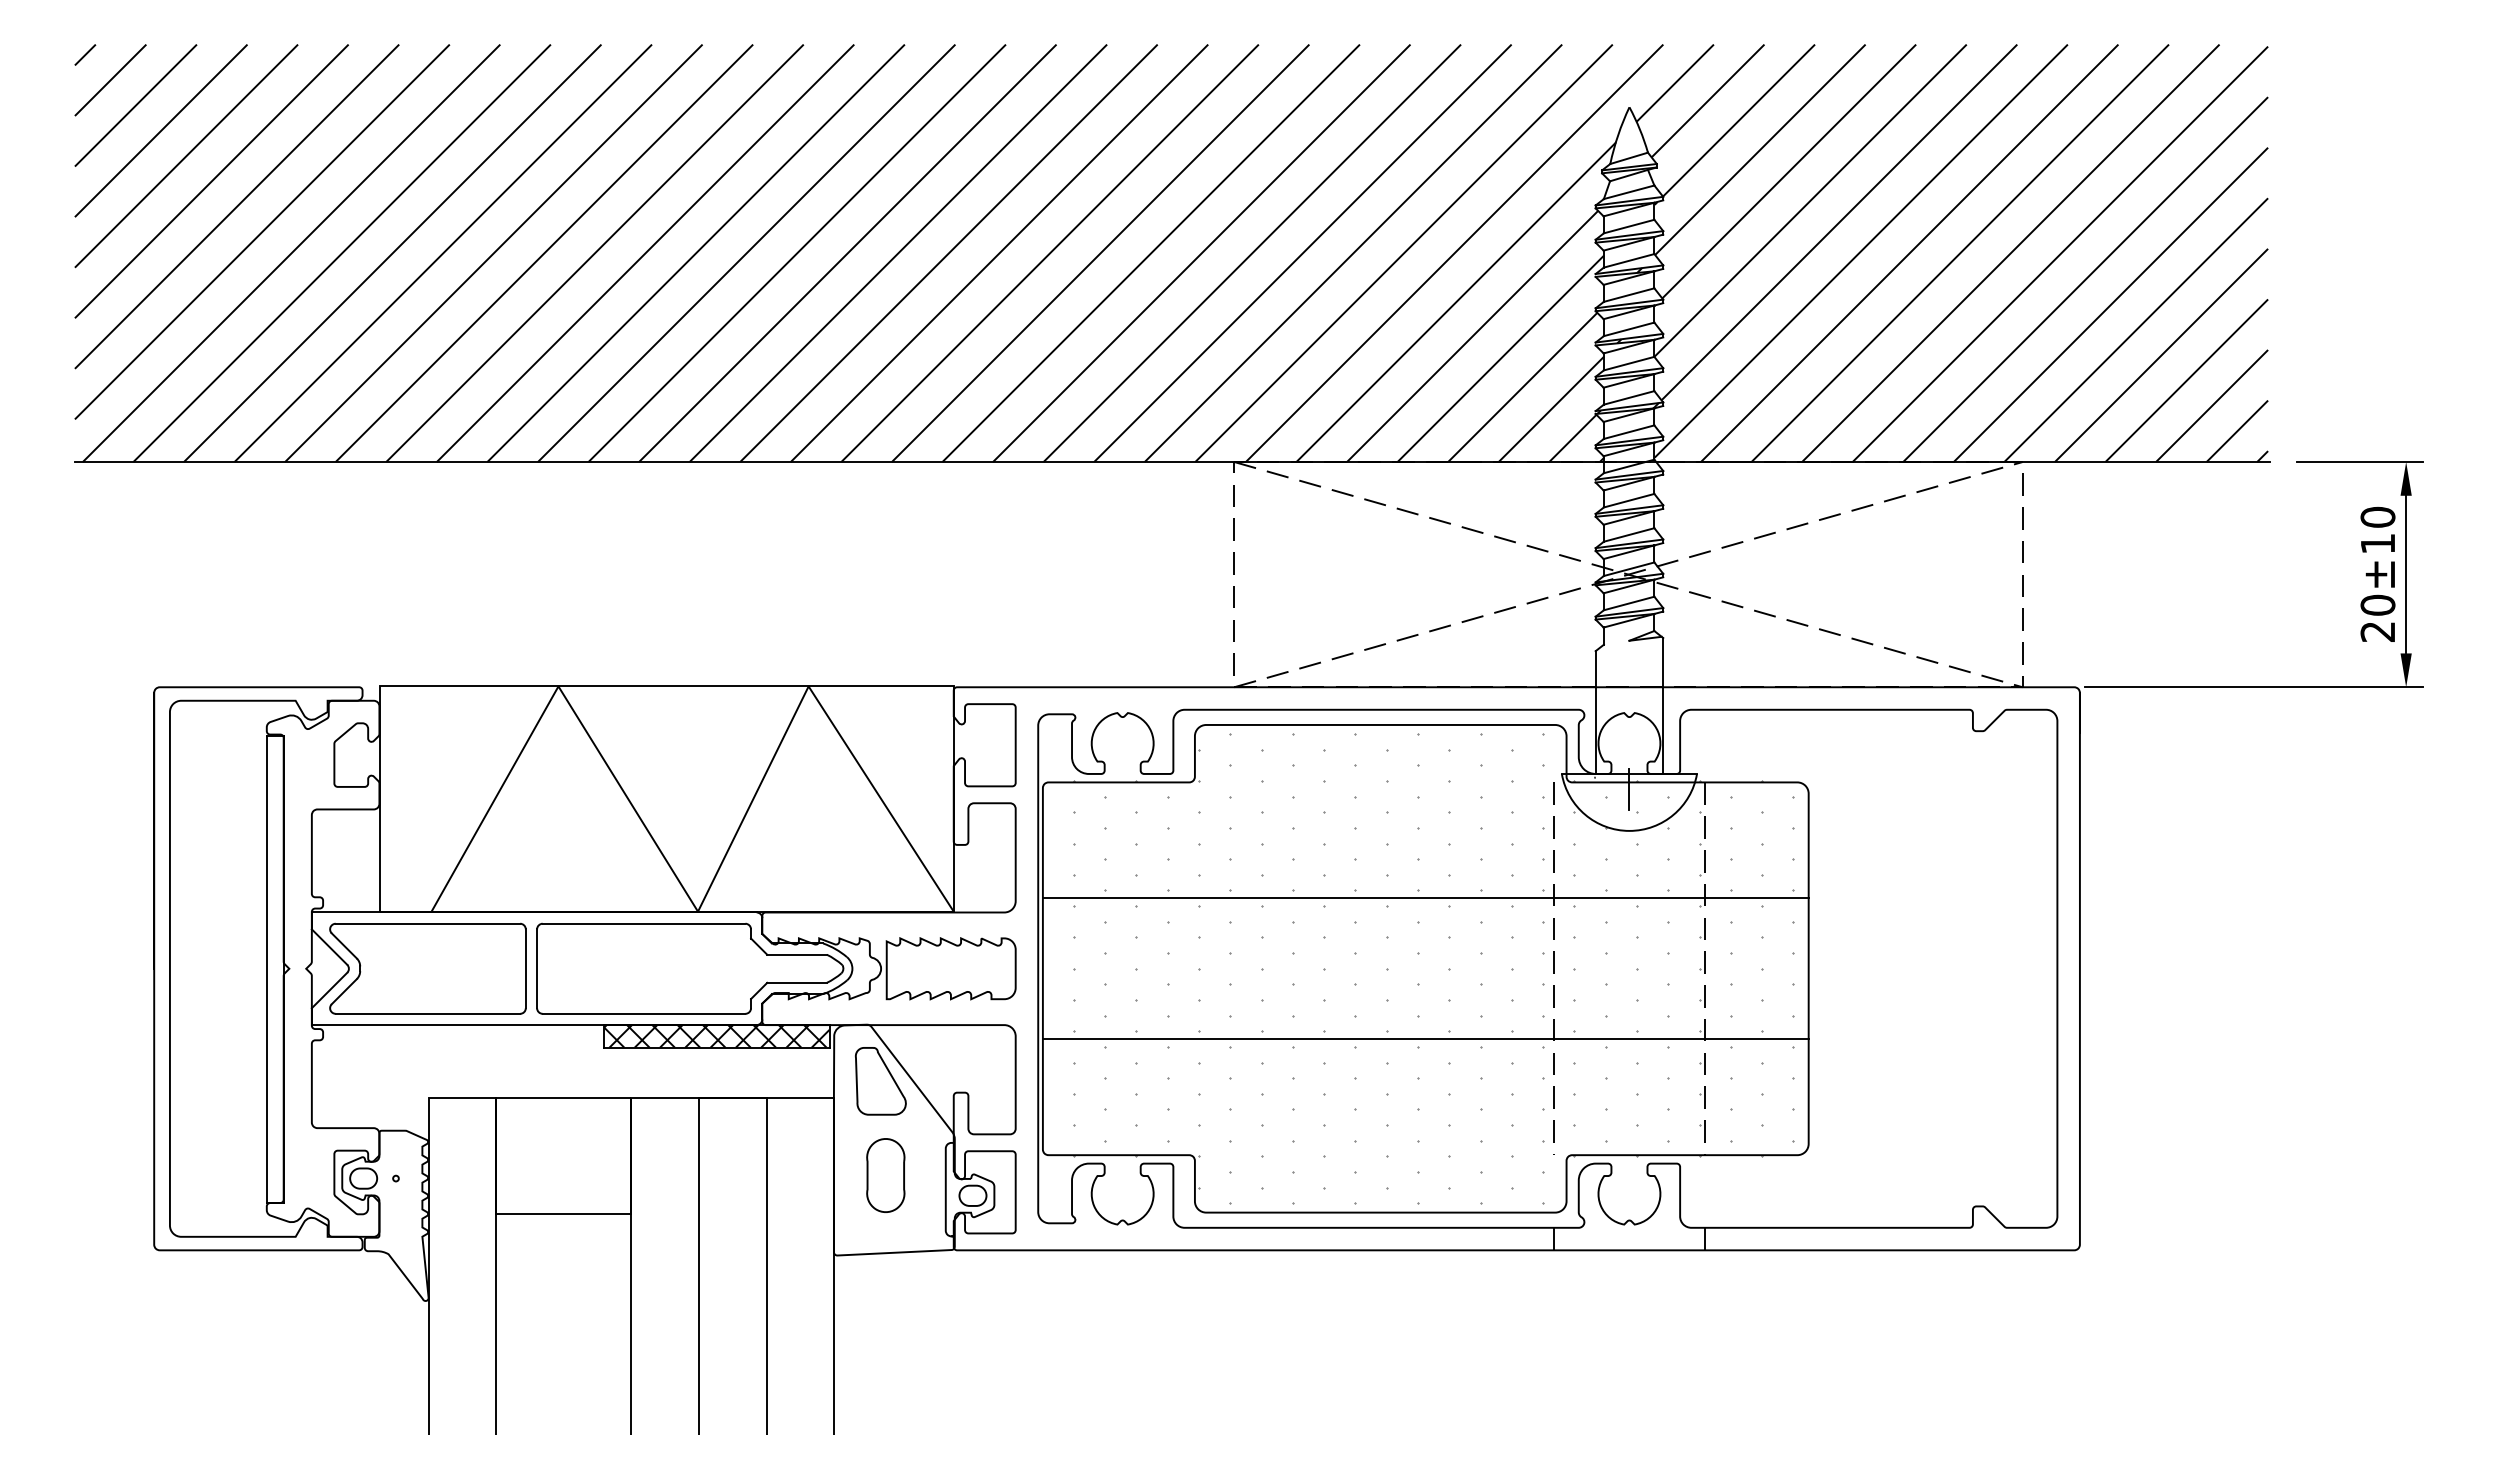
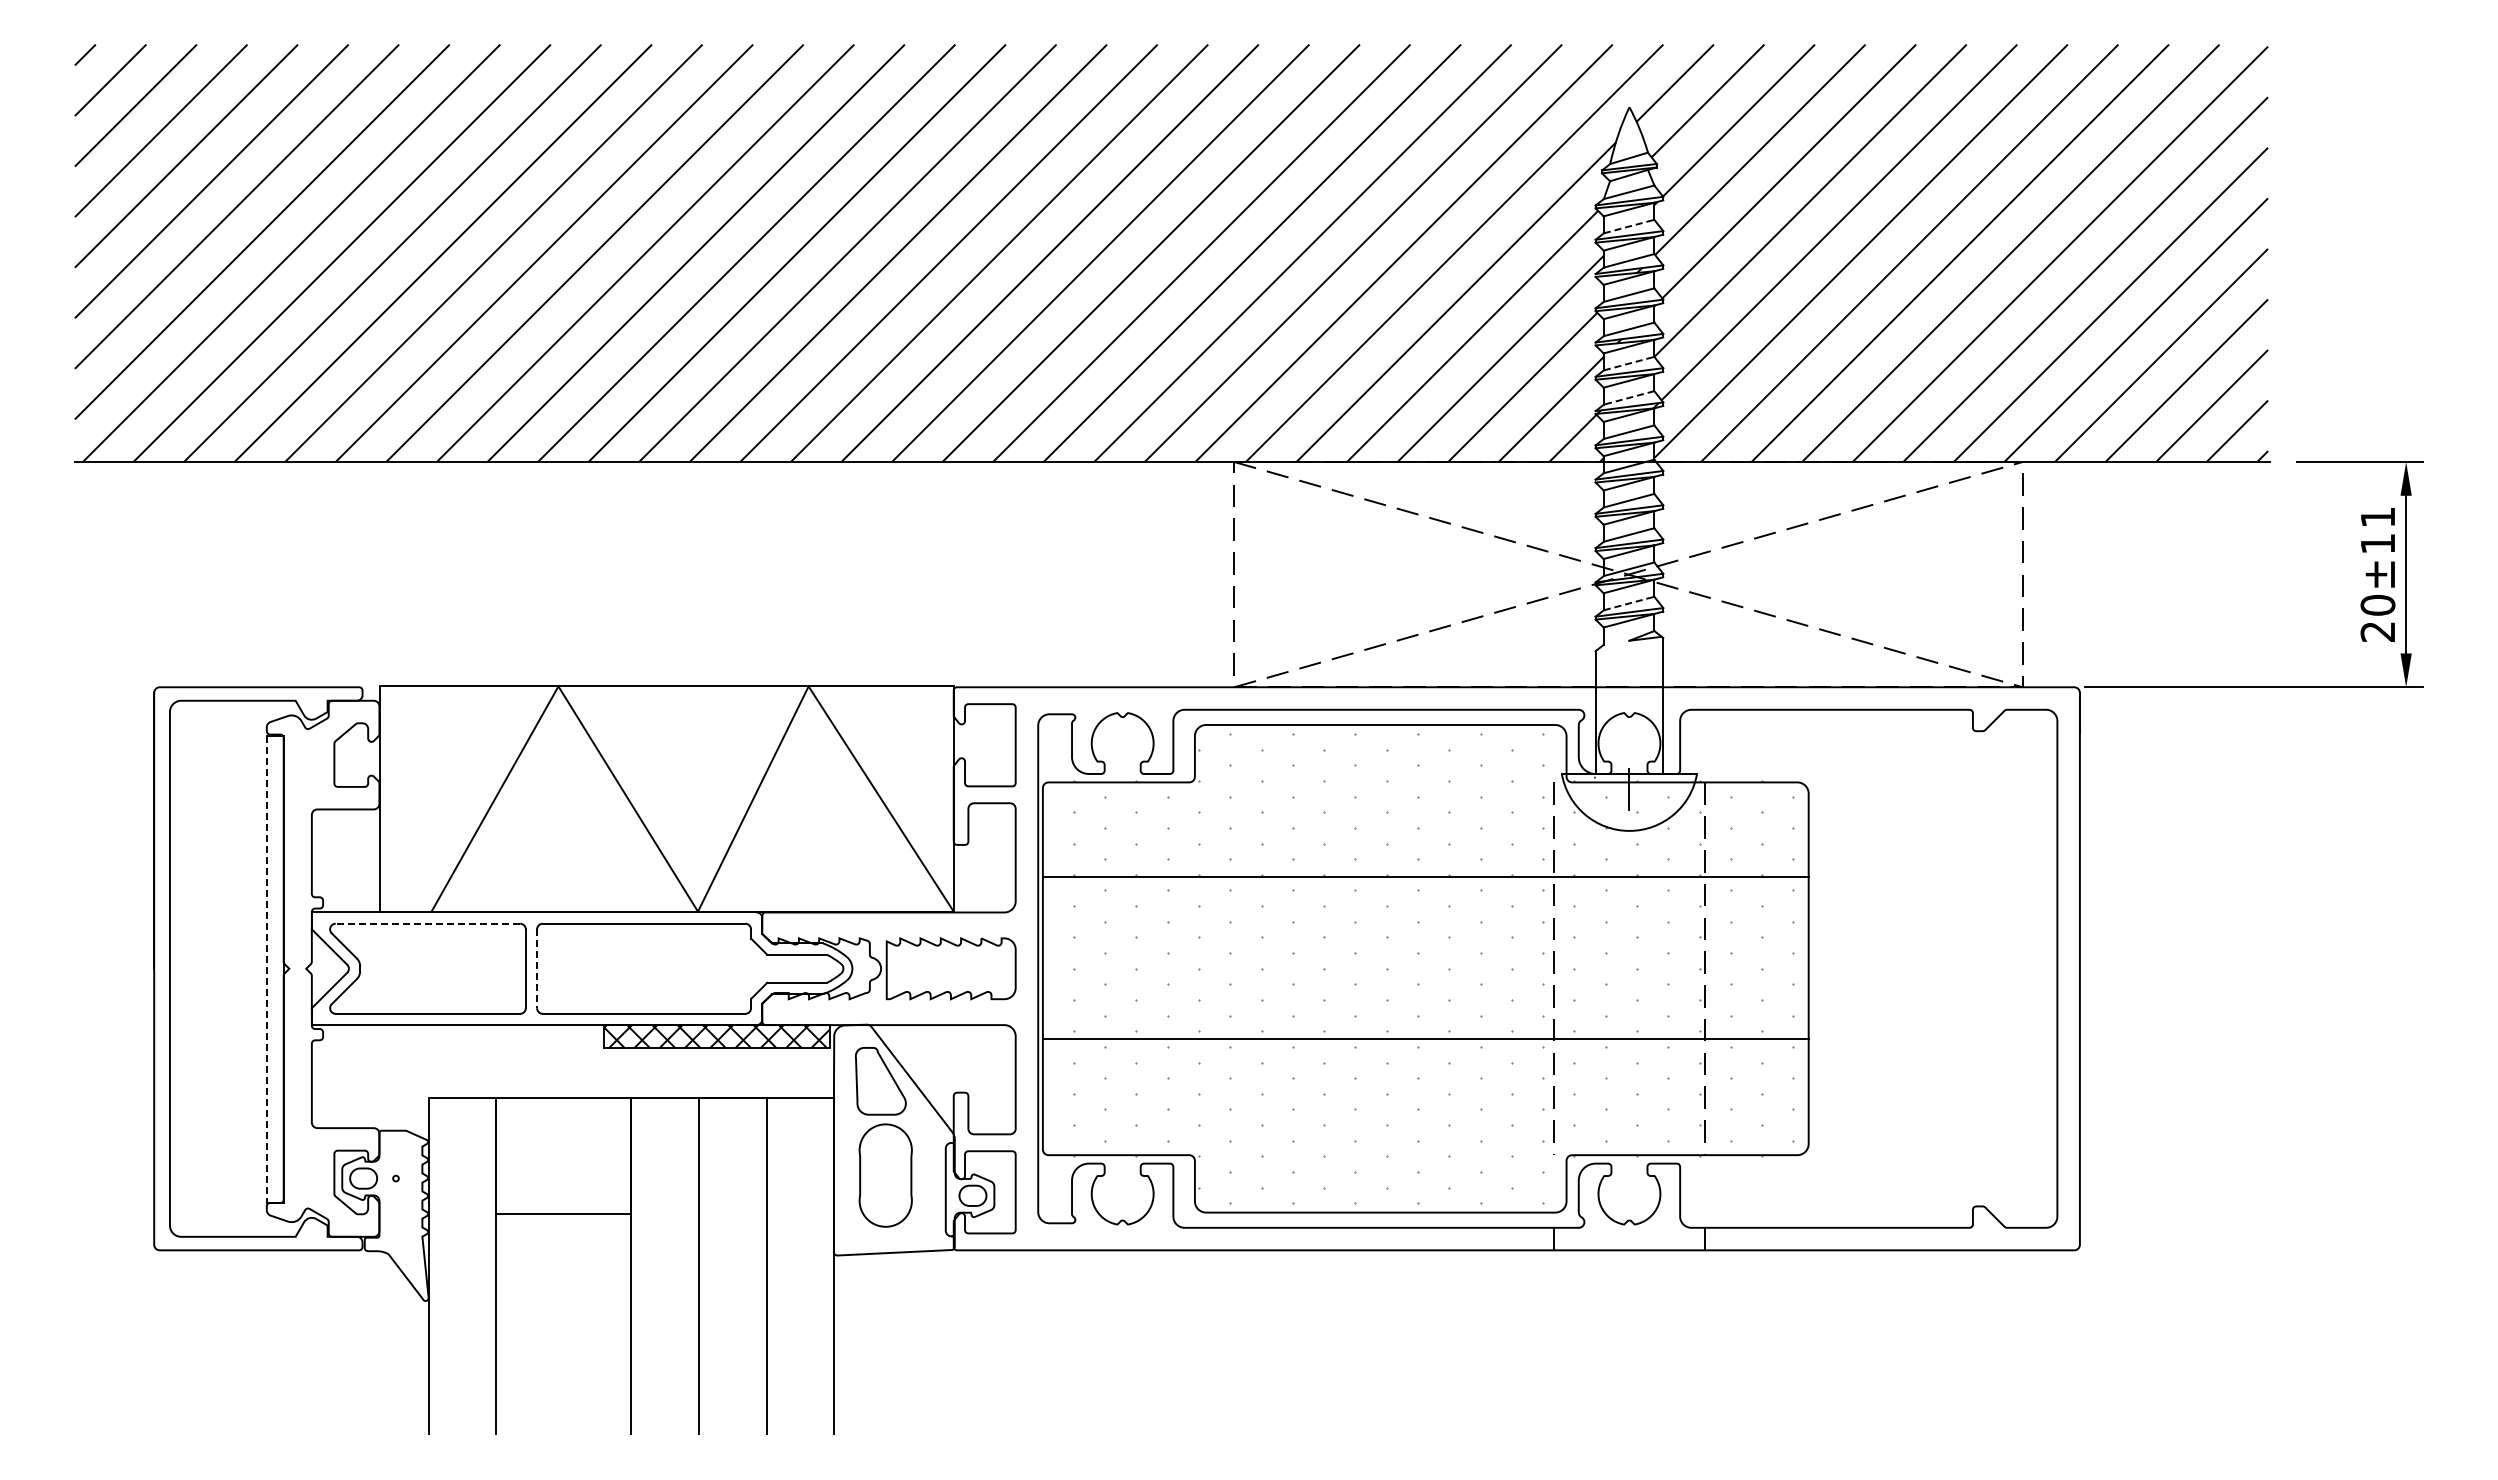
line at (1629, 226): solid -> dashed
line at (1629, 363): solid -> dashed
line at (1628, 398): solid -> dashed
text at (2377, 516): 20±10 -> 20±11
line at (1629, 603): solid -> dashed
line at (1425, 898) position: (1425, 898) -> (1425, 877)
line at (427, 923): solid -> dashed
line at (267, 969): solid -> dashed
line at (537, 969): solid -> dashed
part at (885, 1175) size: 40x75 px -> 55x105 px
